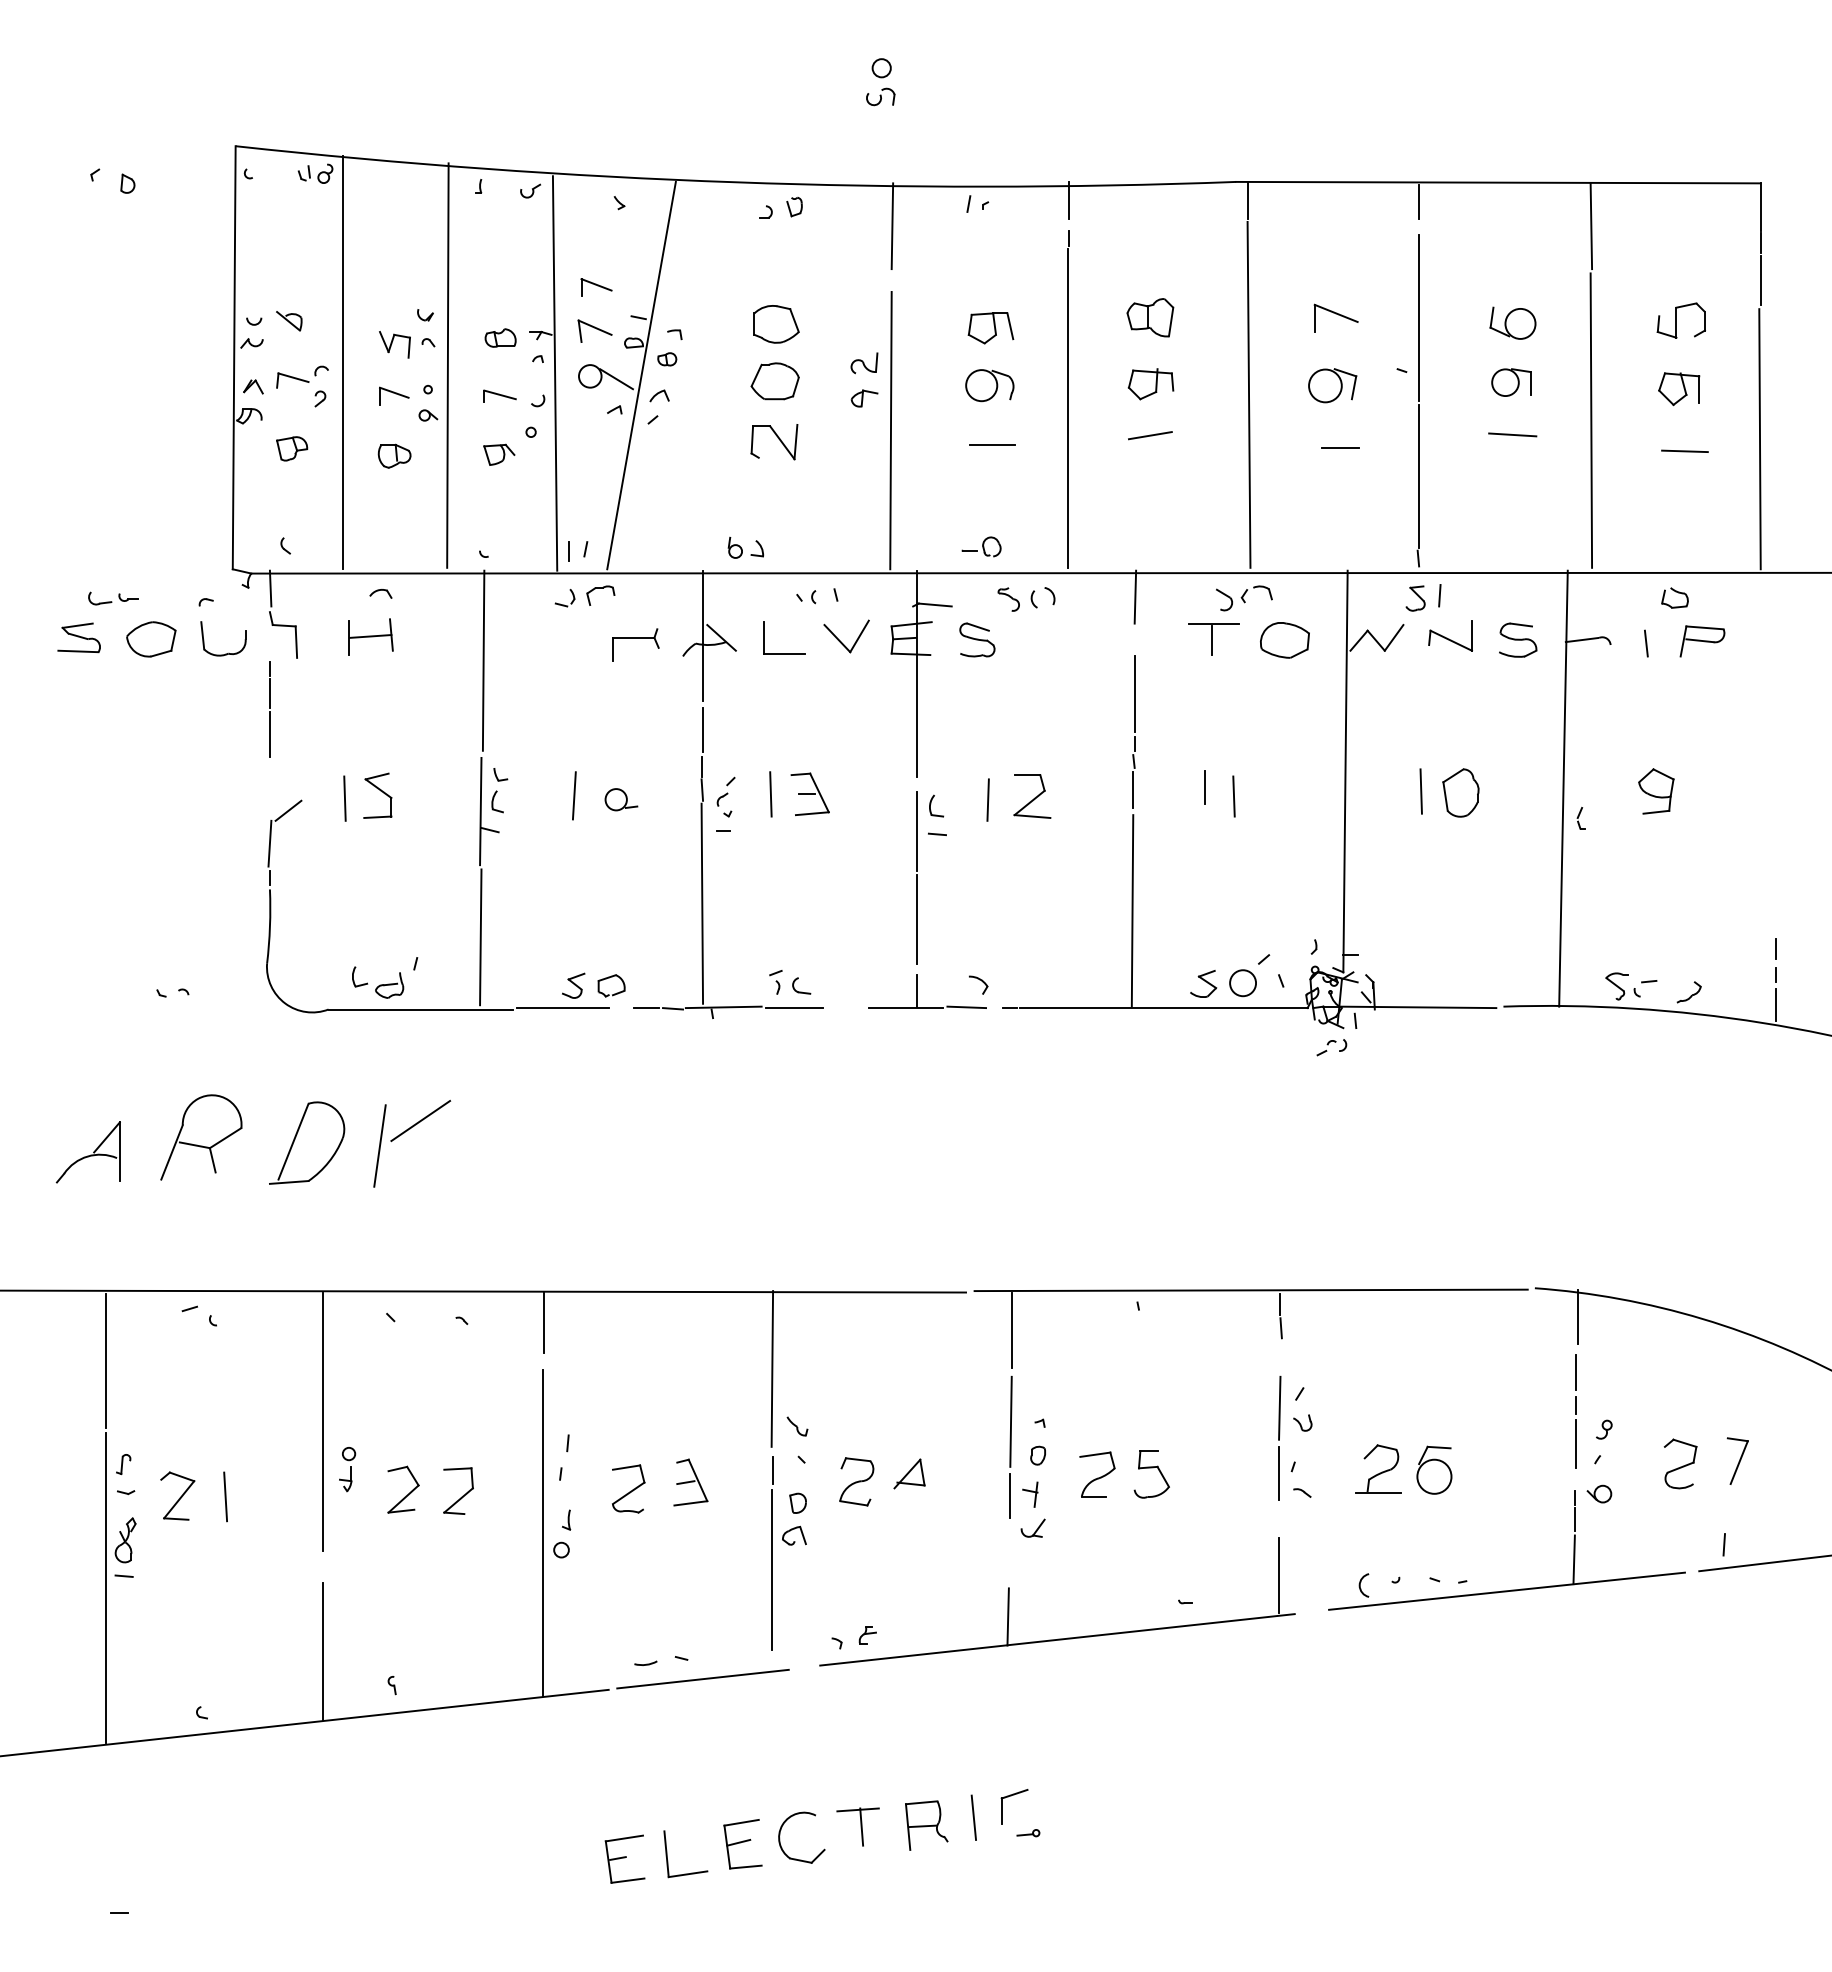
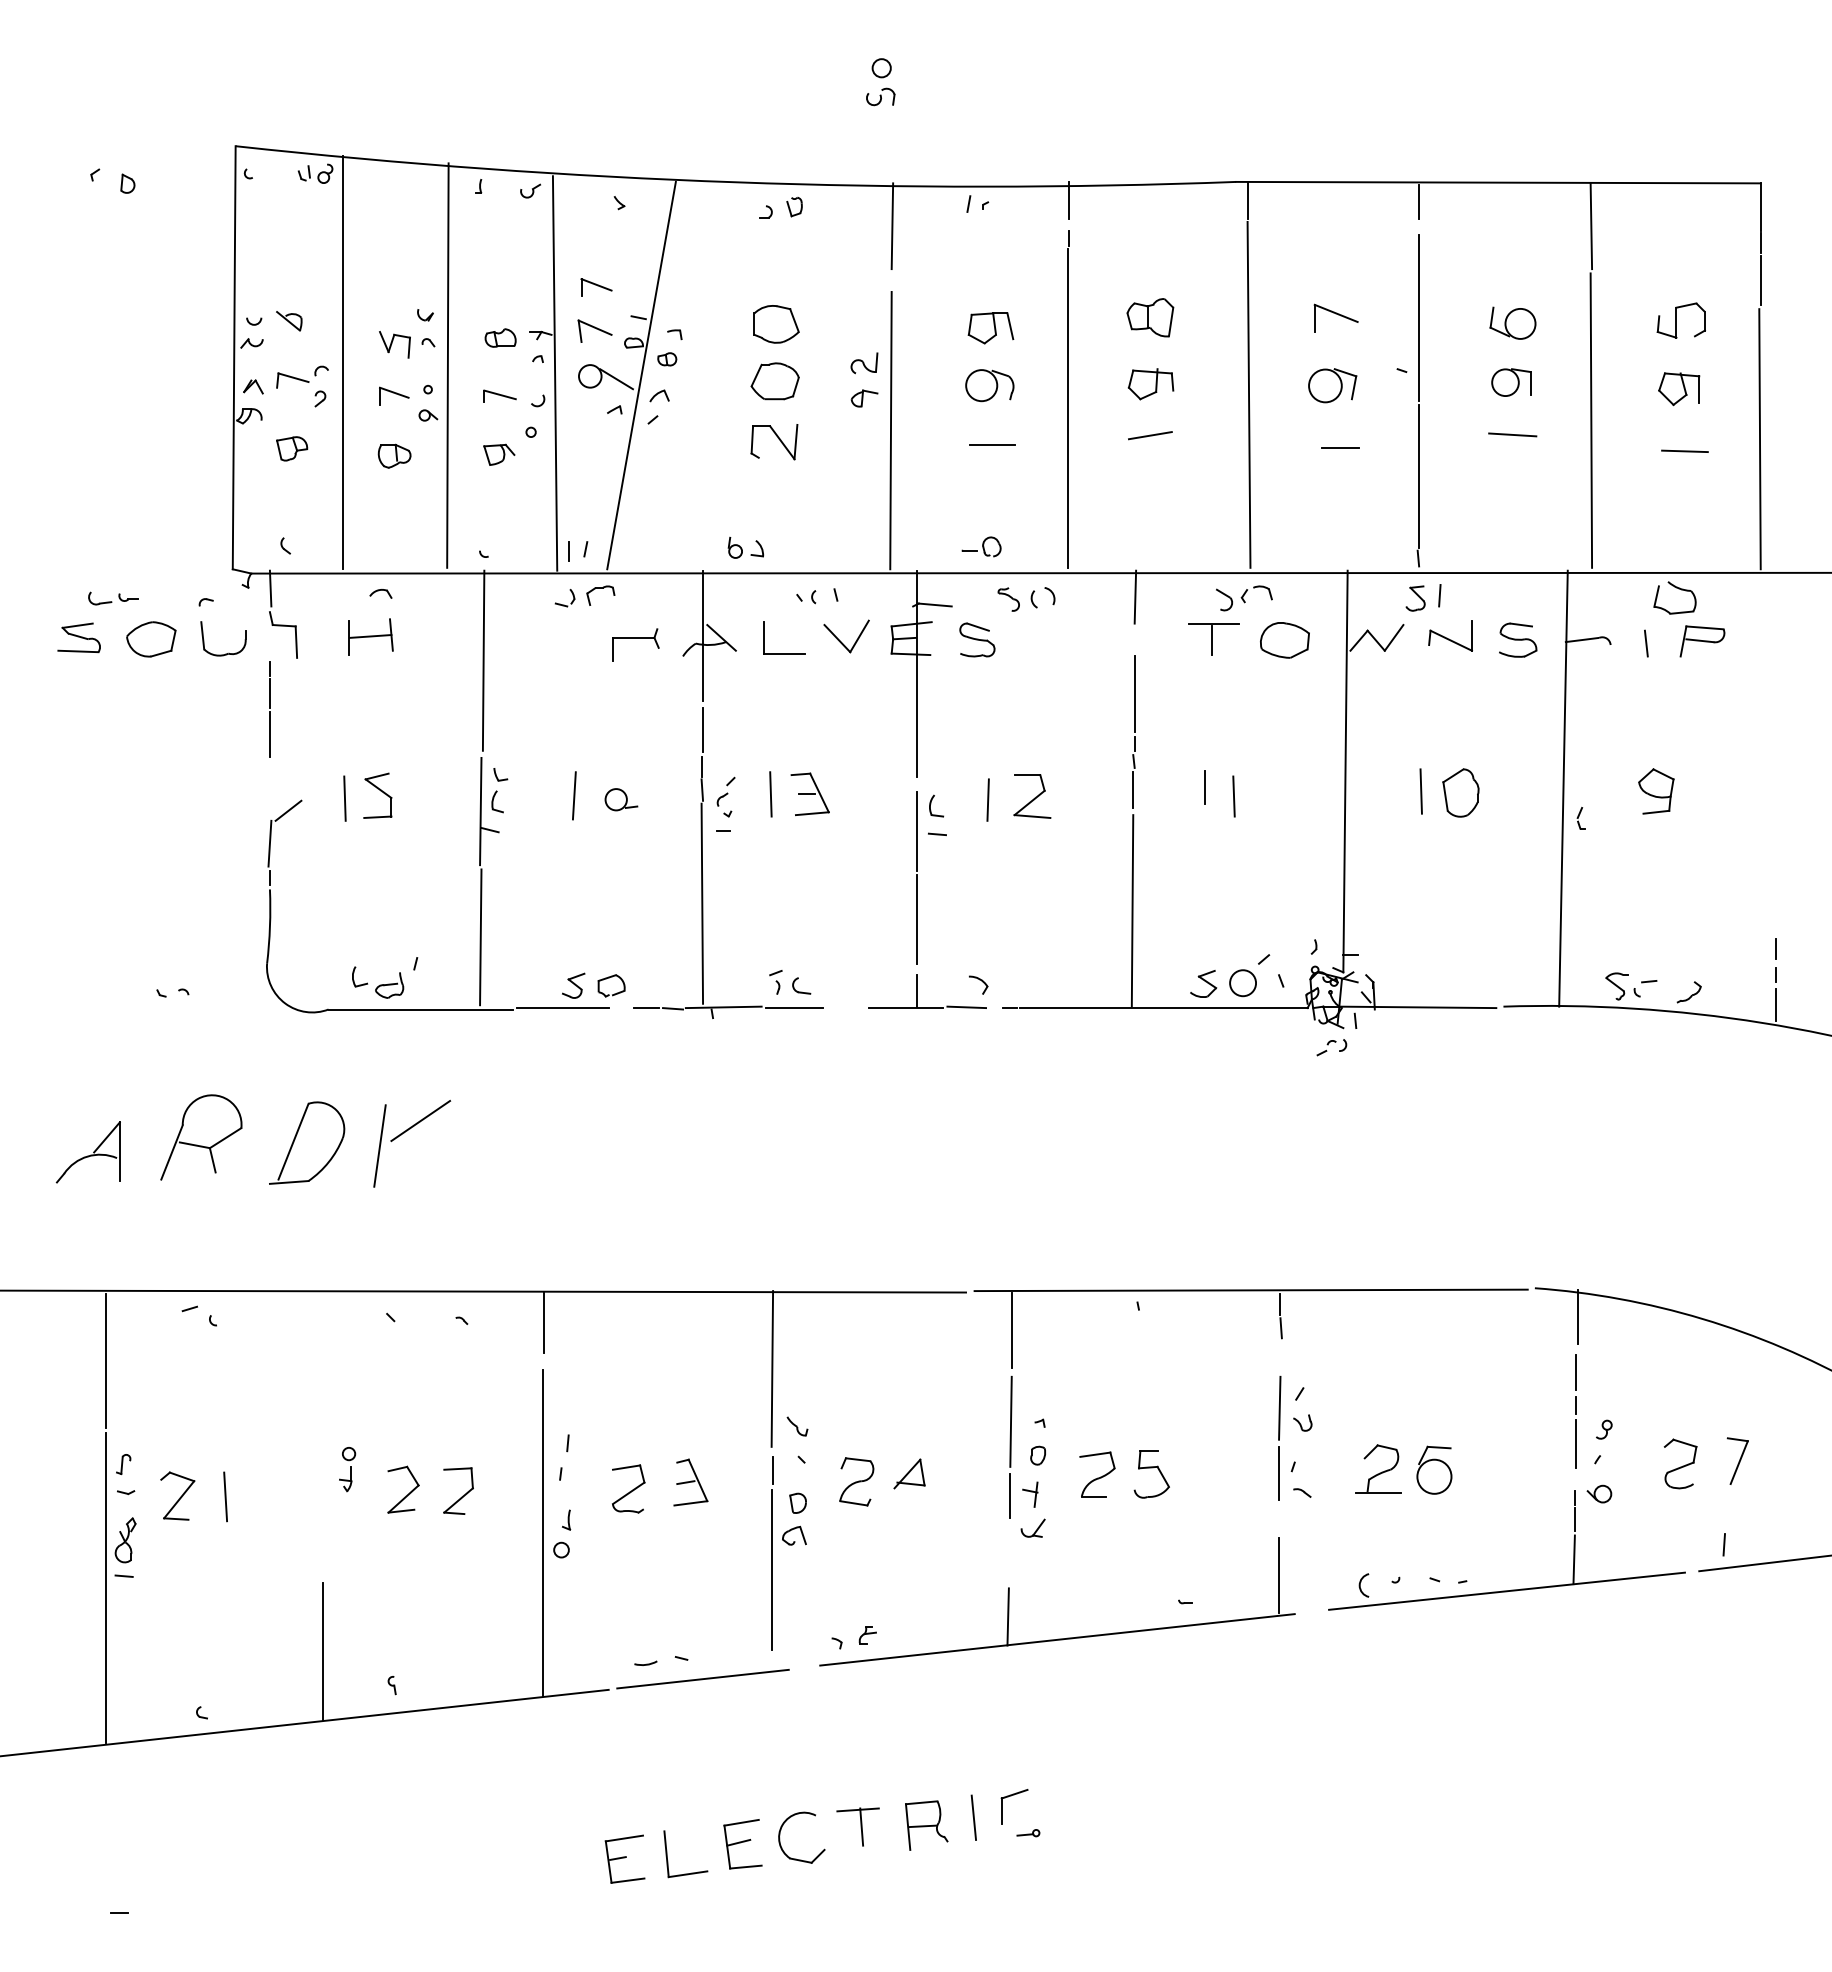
part at (1674, 597) size: 28x22 px -> 44x34 px
line at (322, 1421): present -> none
